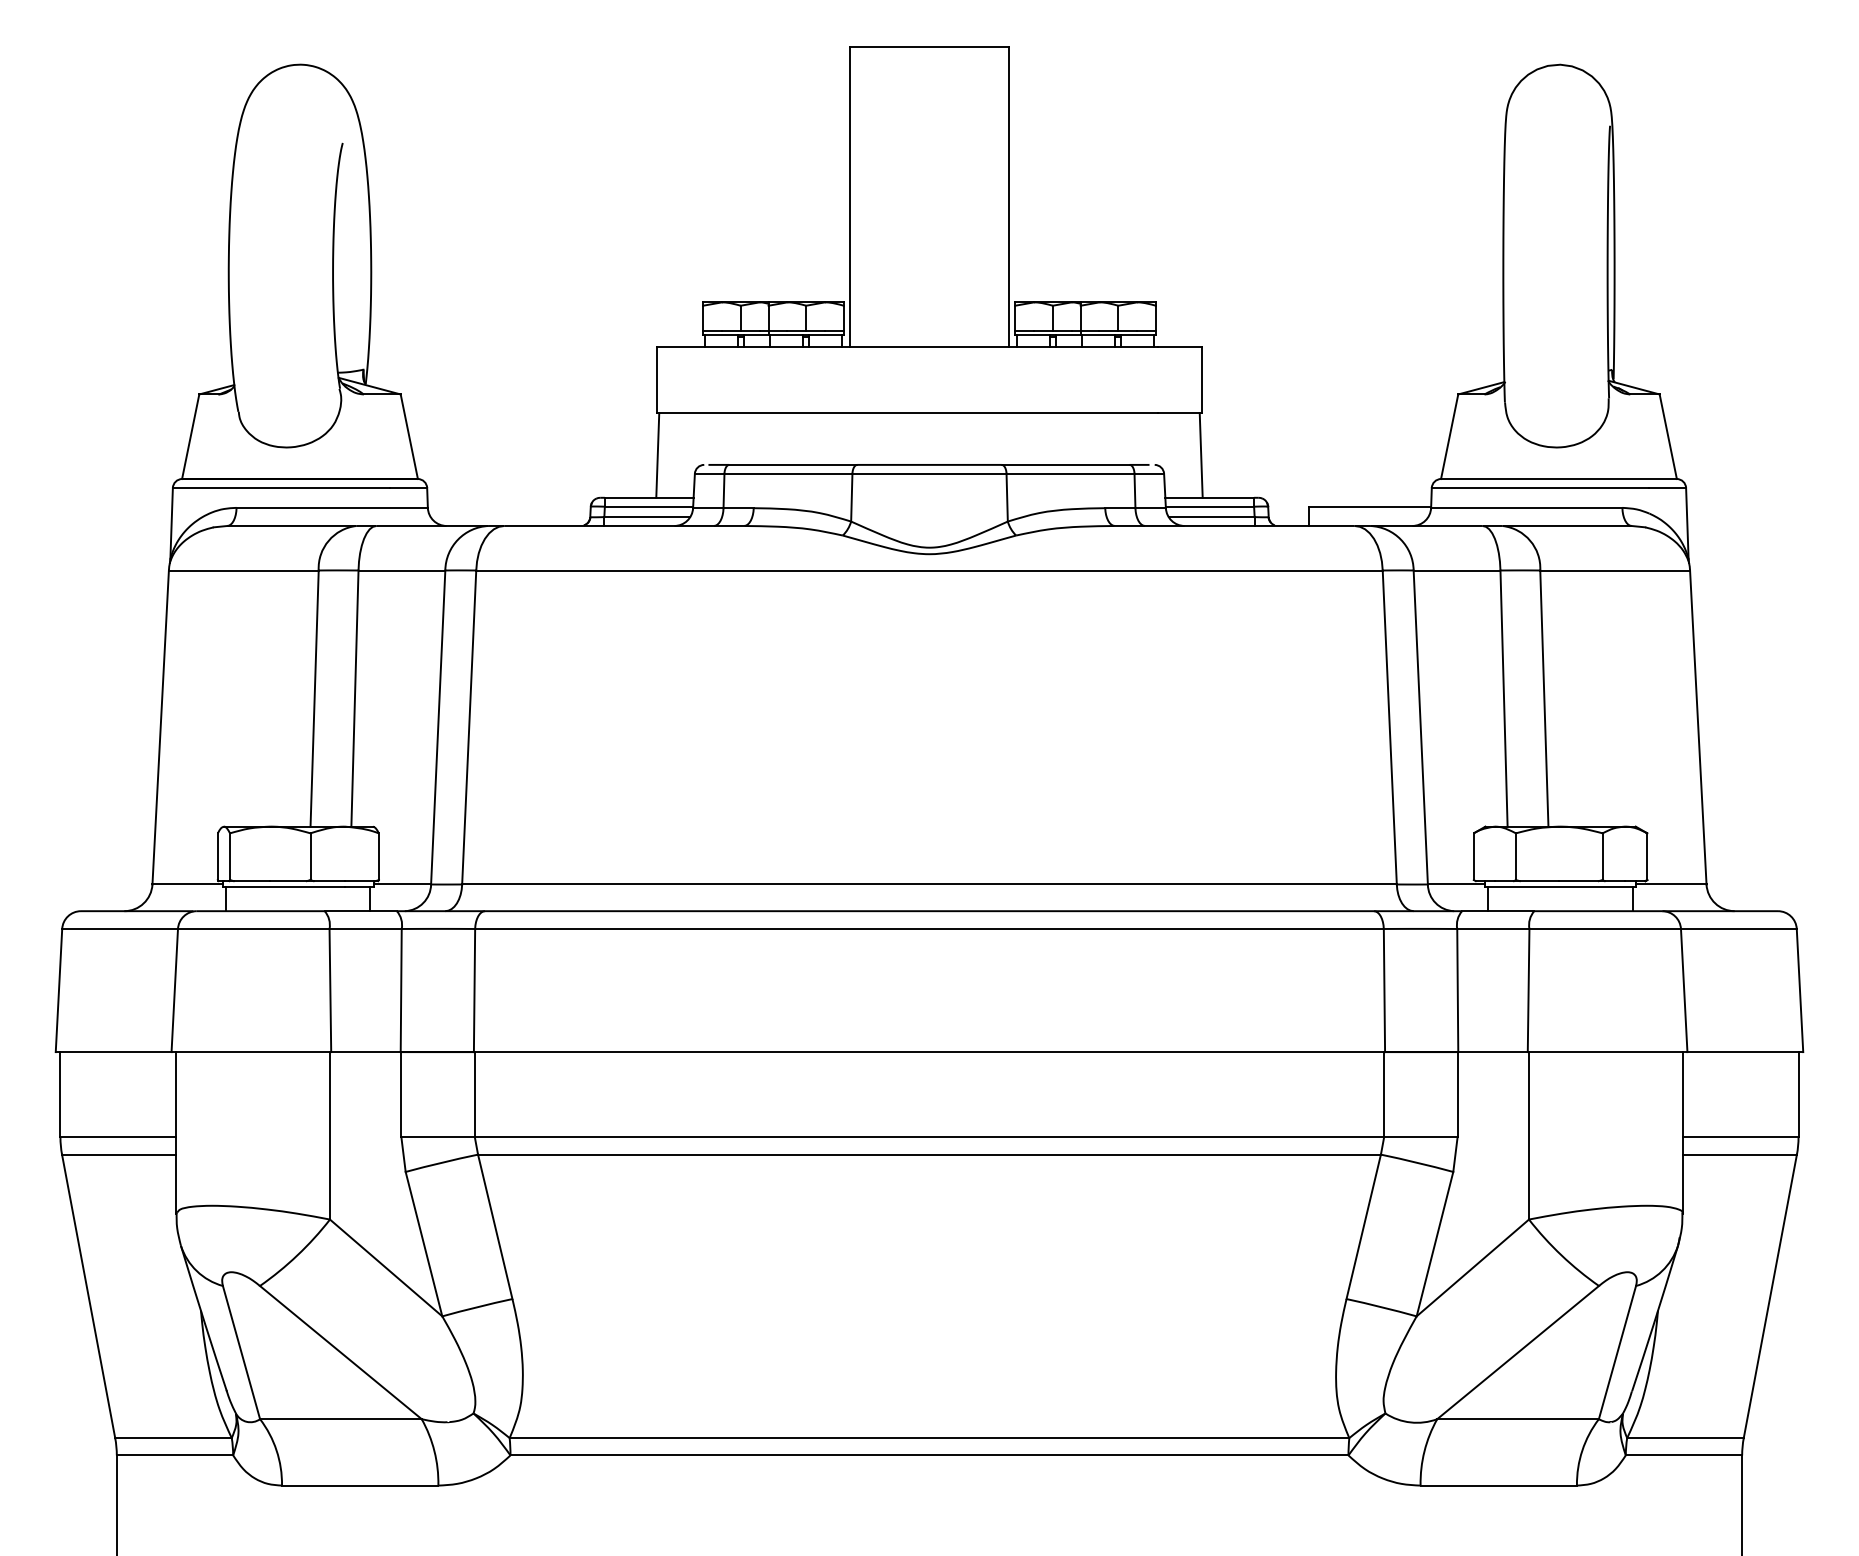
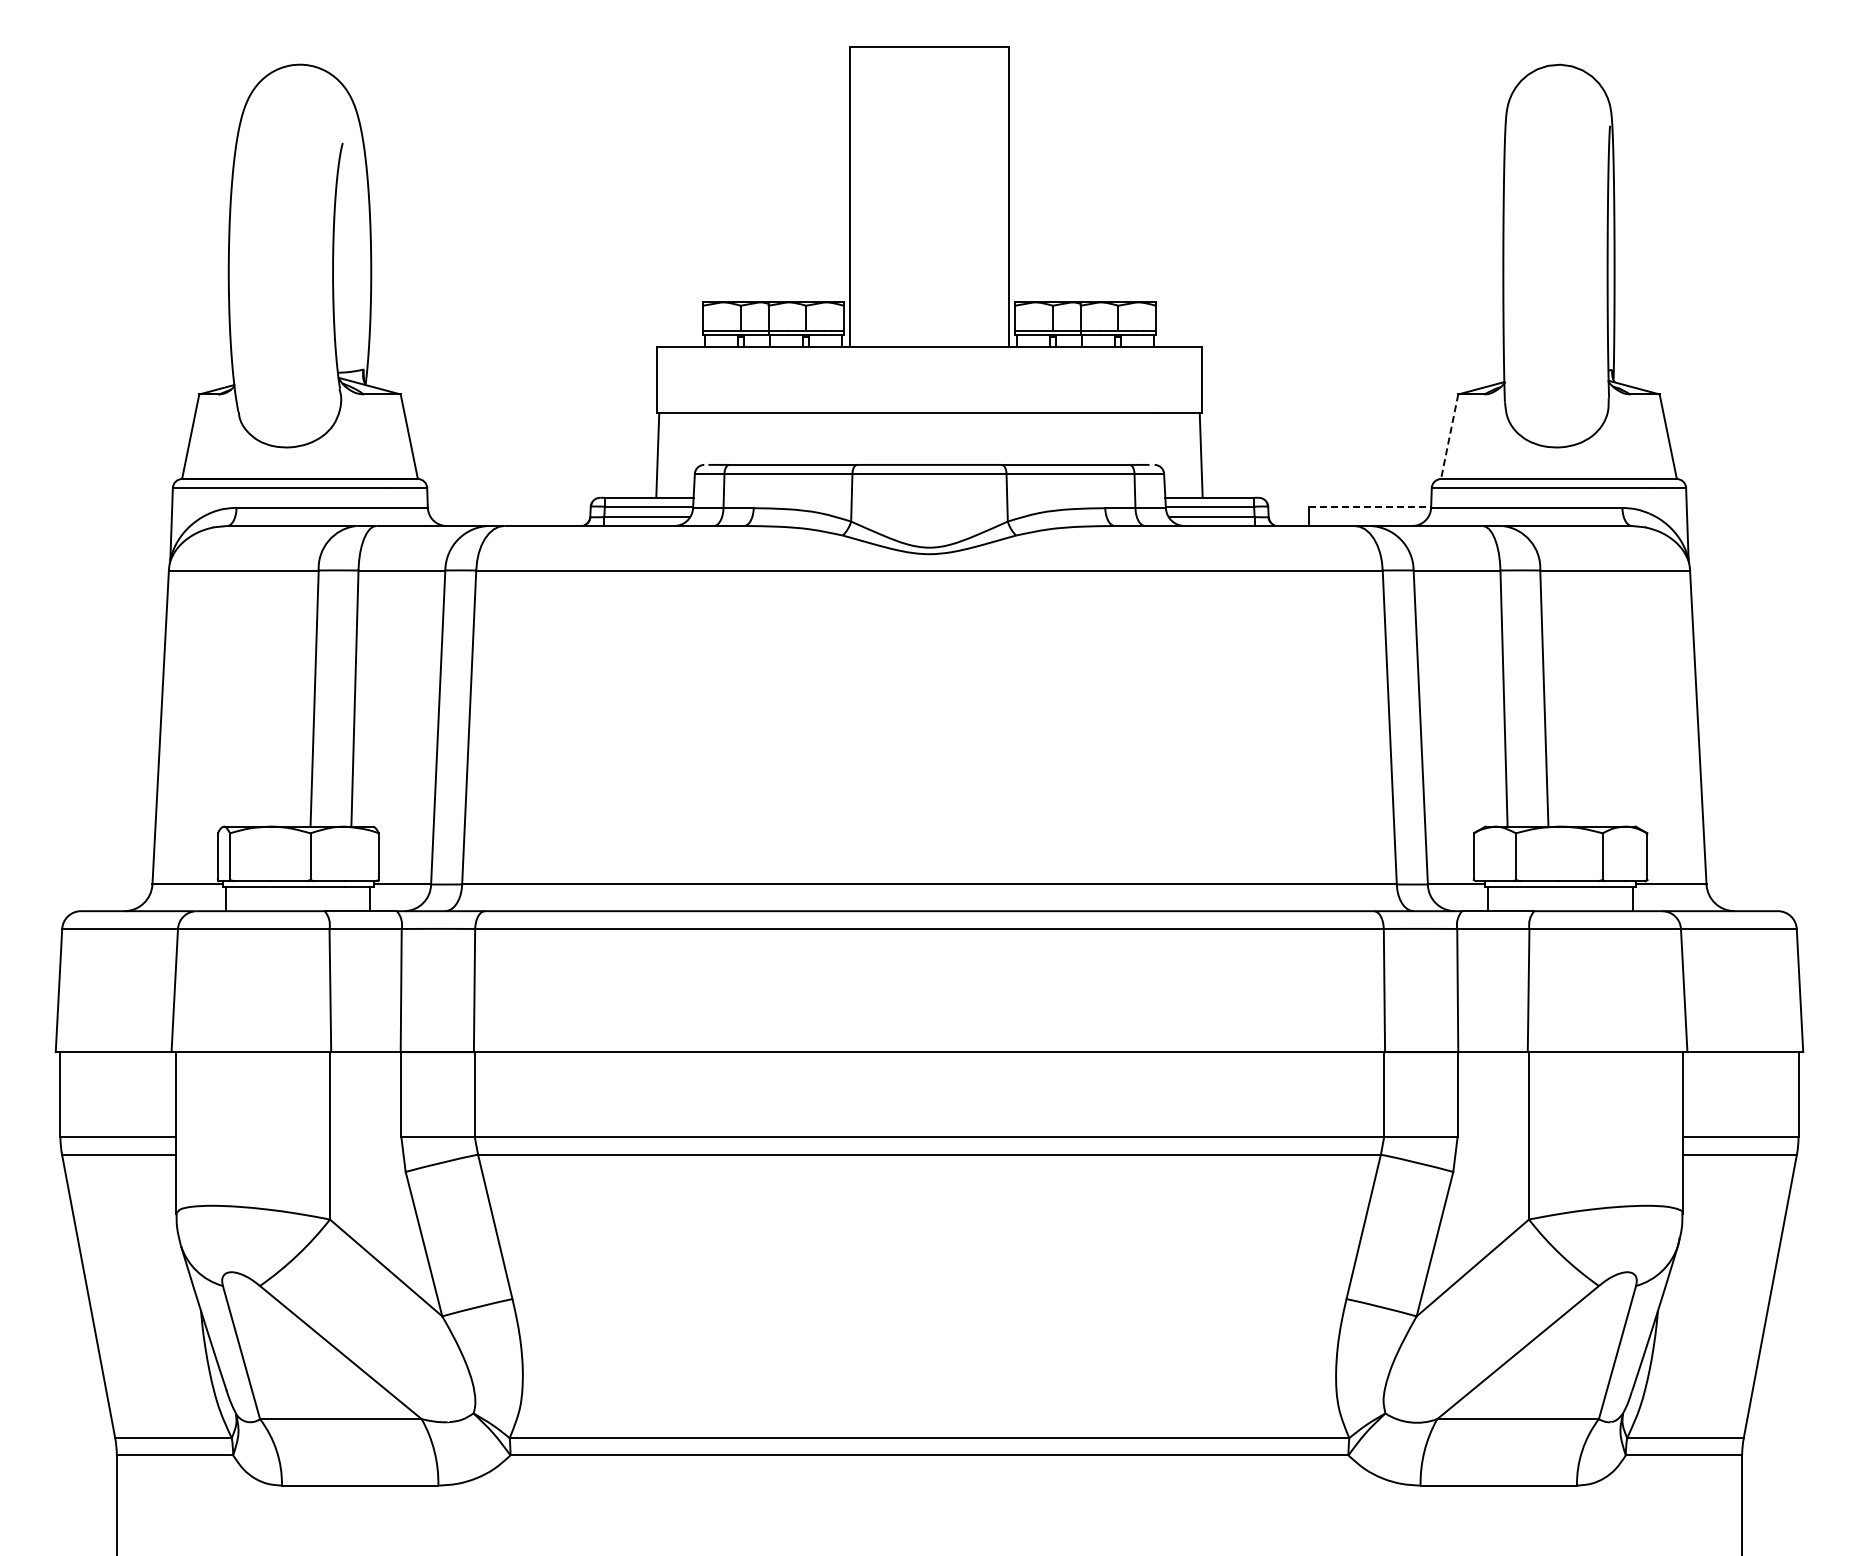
line at (1449, 437): solid -> dashed
line at (1370, 507): solid -> dashed
